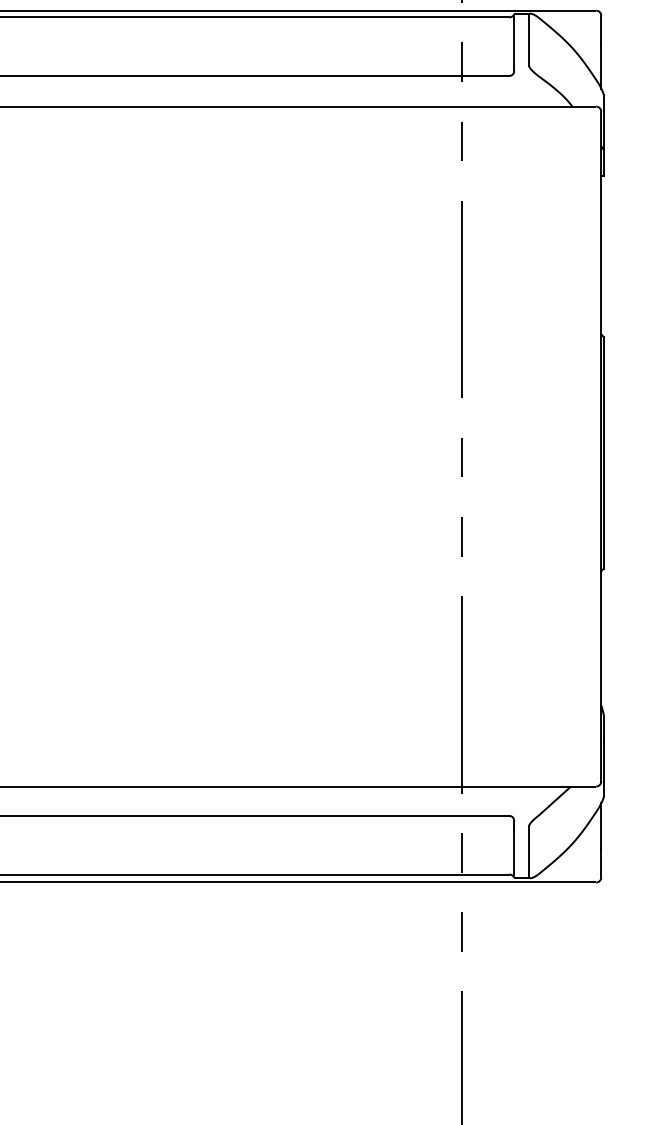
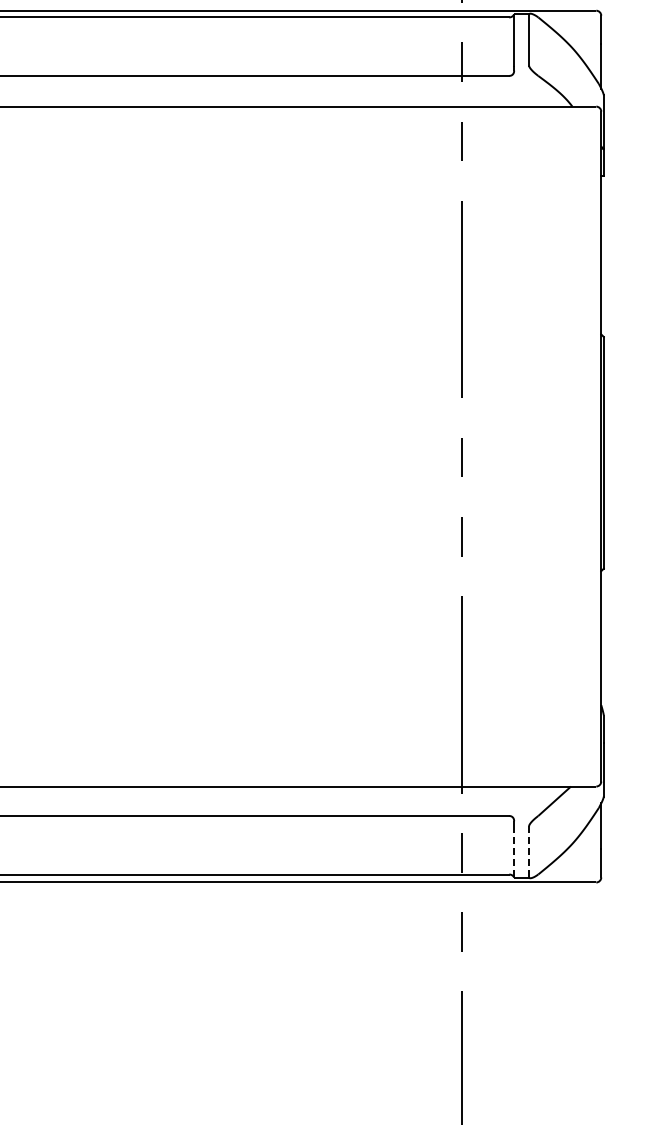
line at (514, 851): solid -> dashed
line at (529, 851): solid -> dashed
